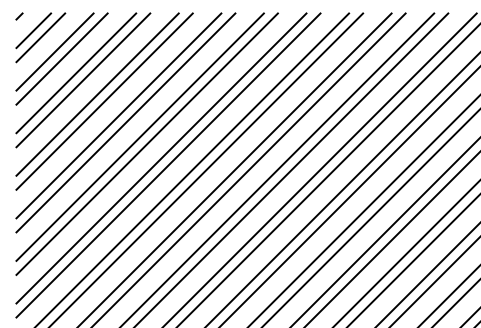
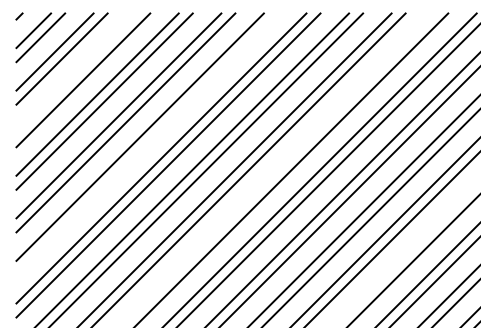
line at (76, 73): present -> none
line at (146, 143): present -> none
line at (278, 168): present -> none
line at (406, 253): present -> none
